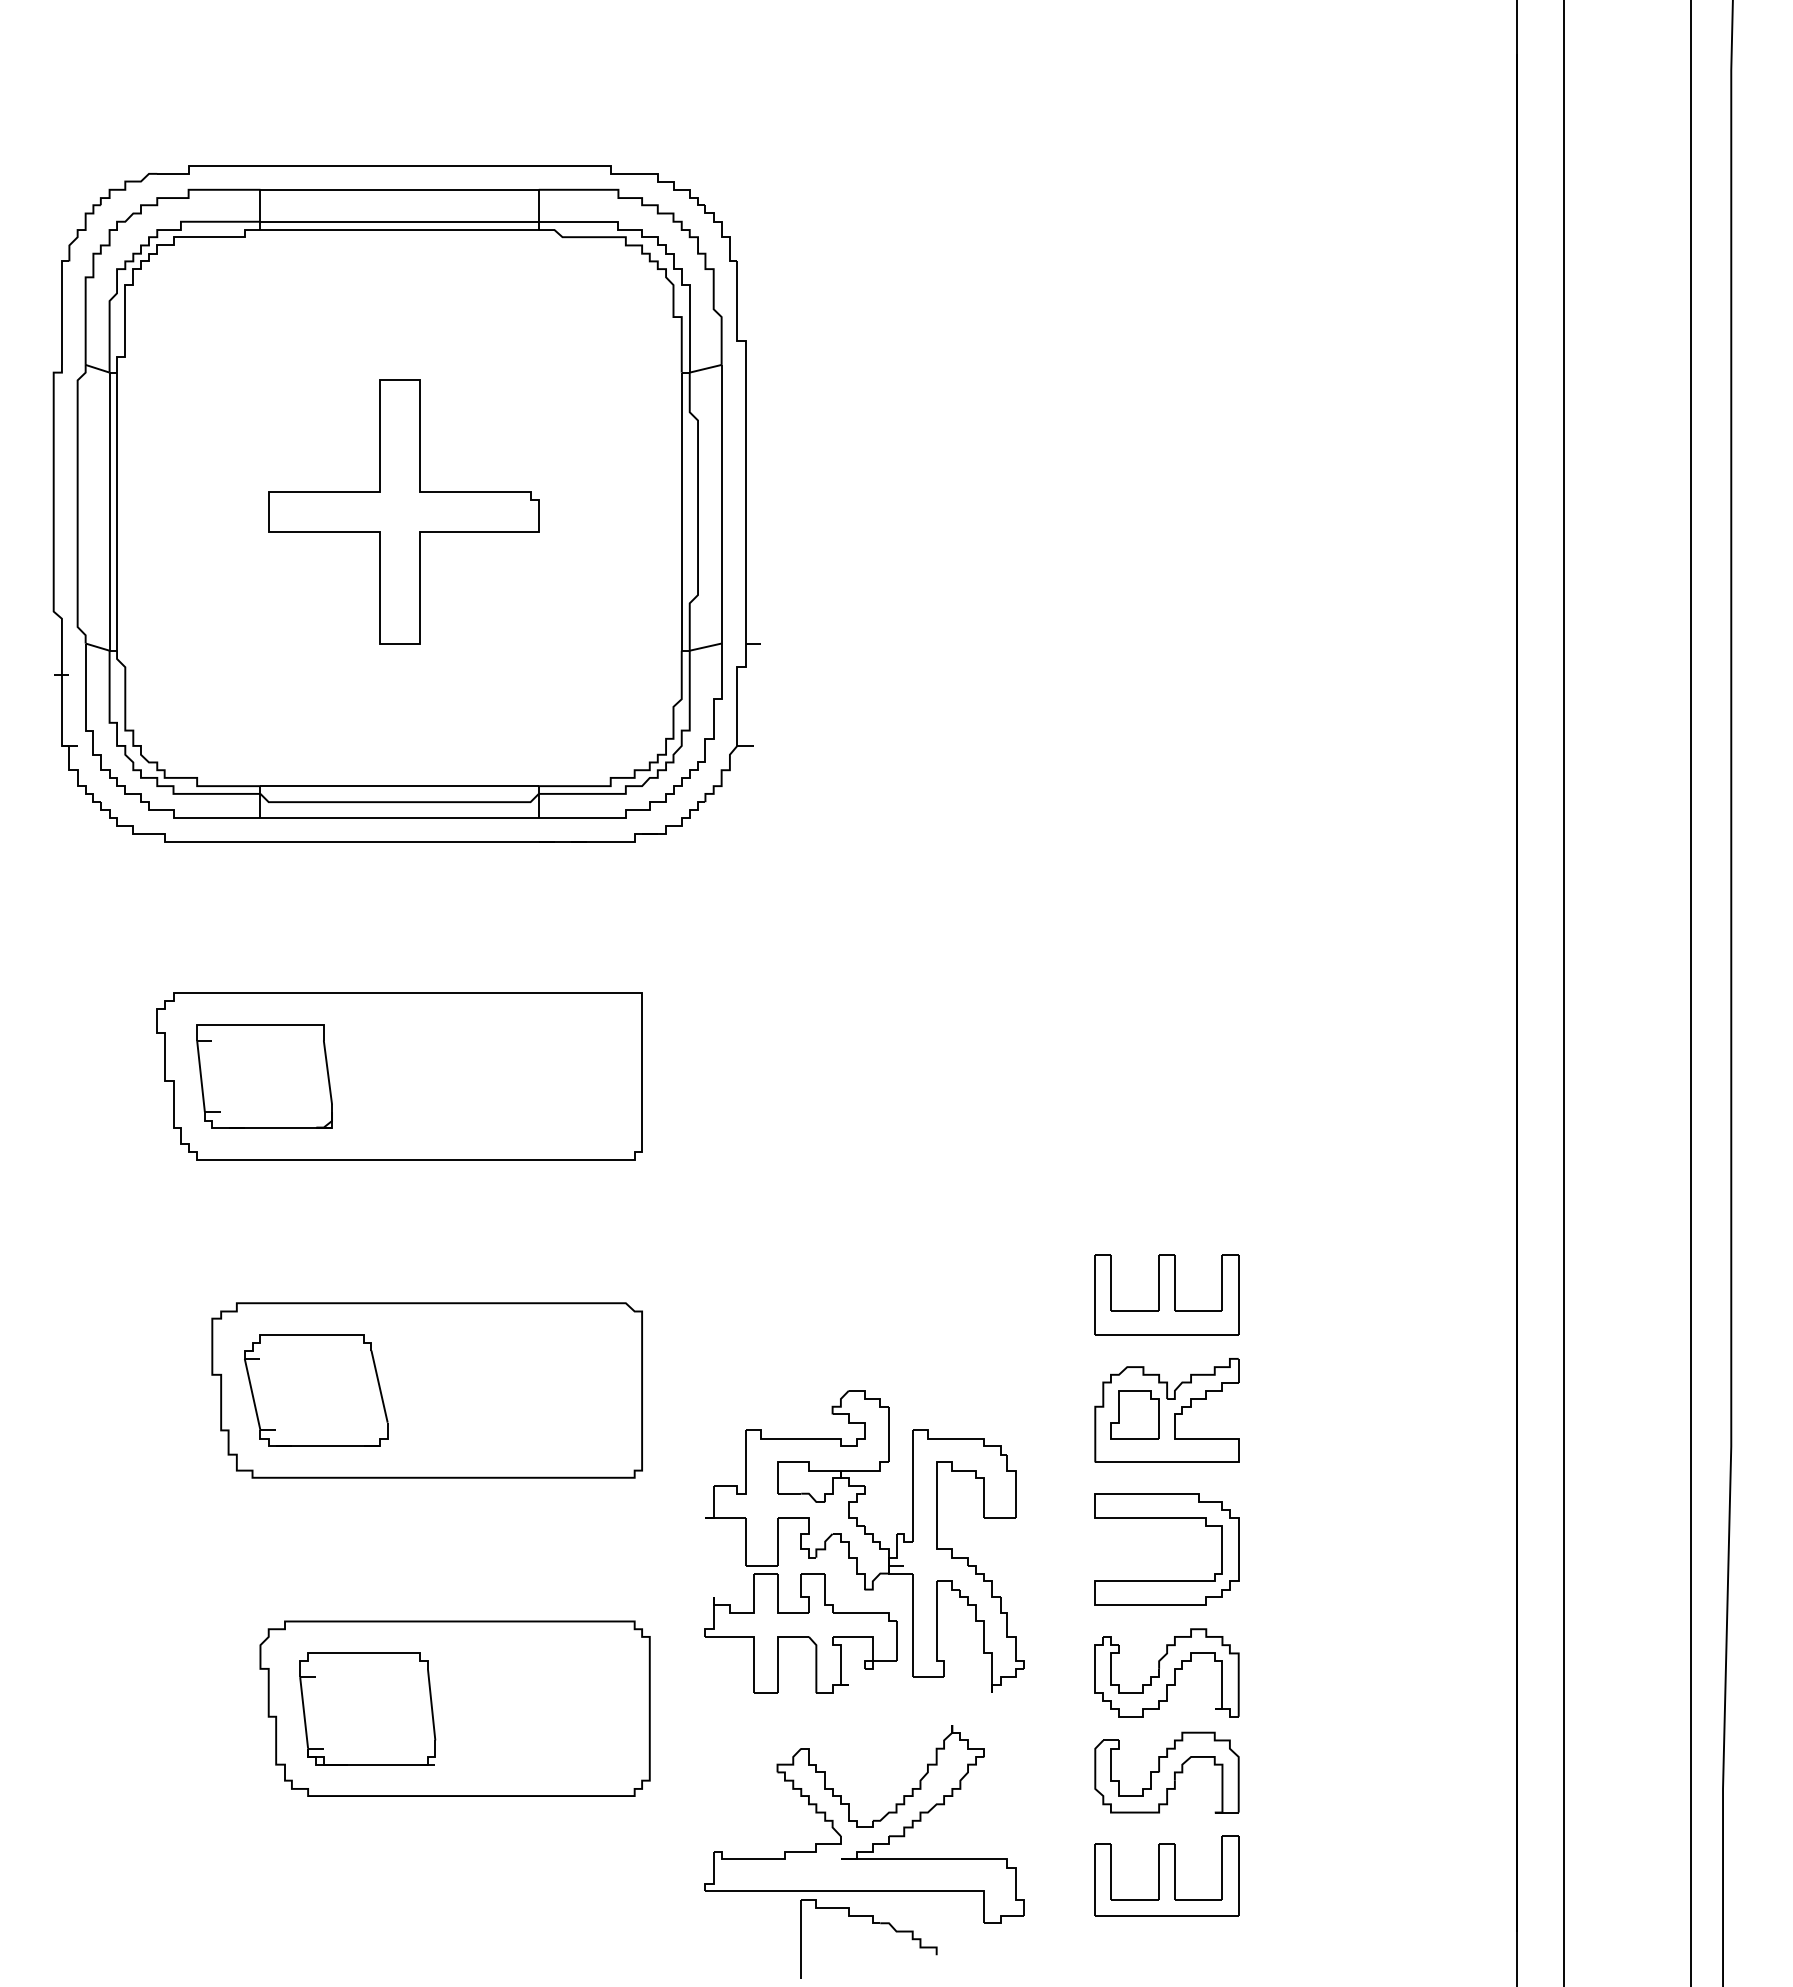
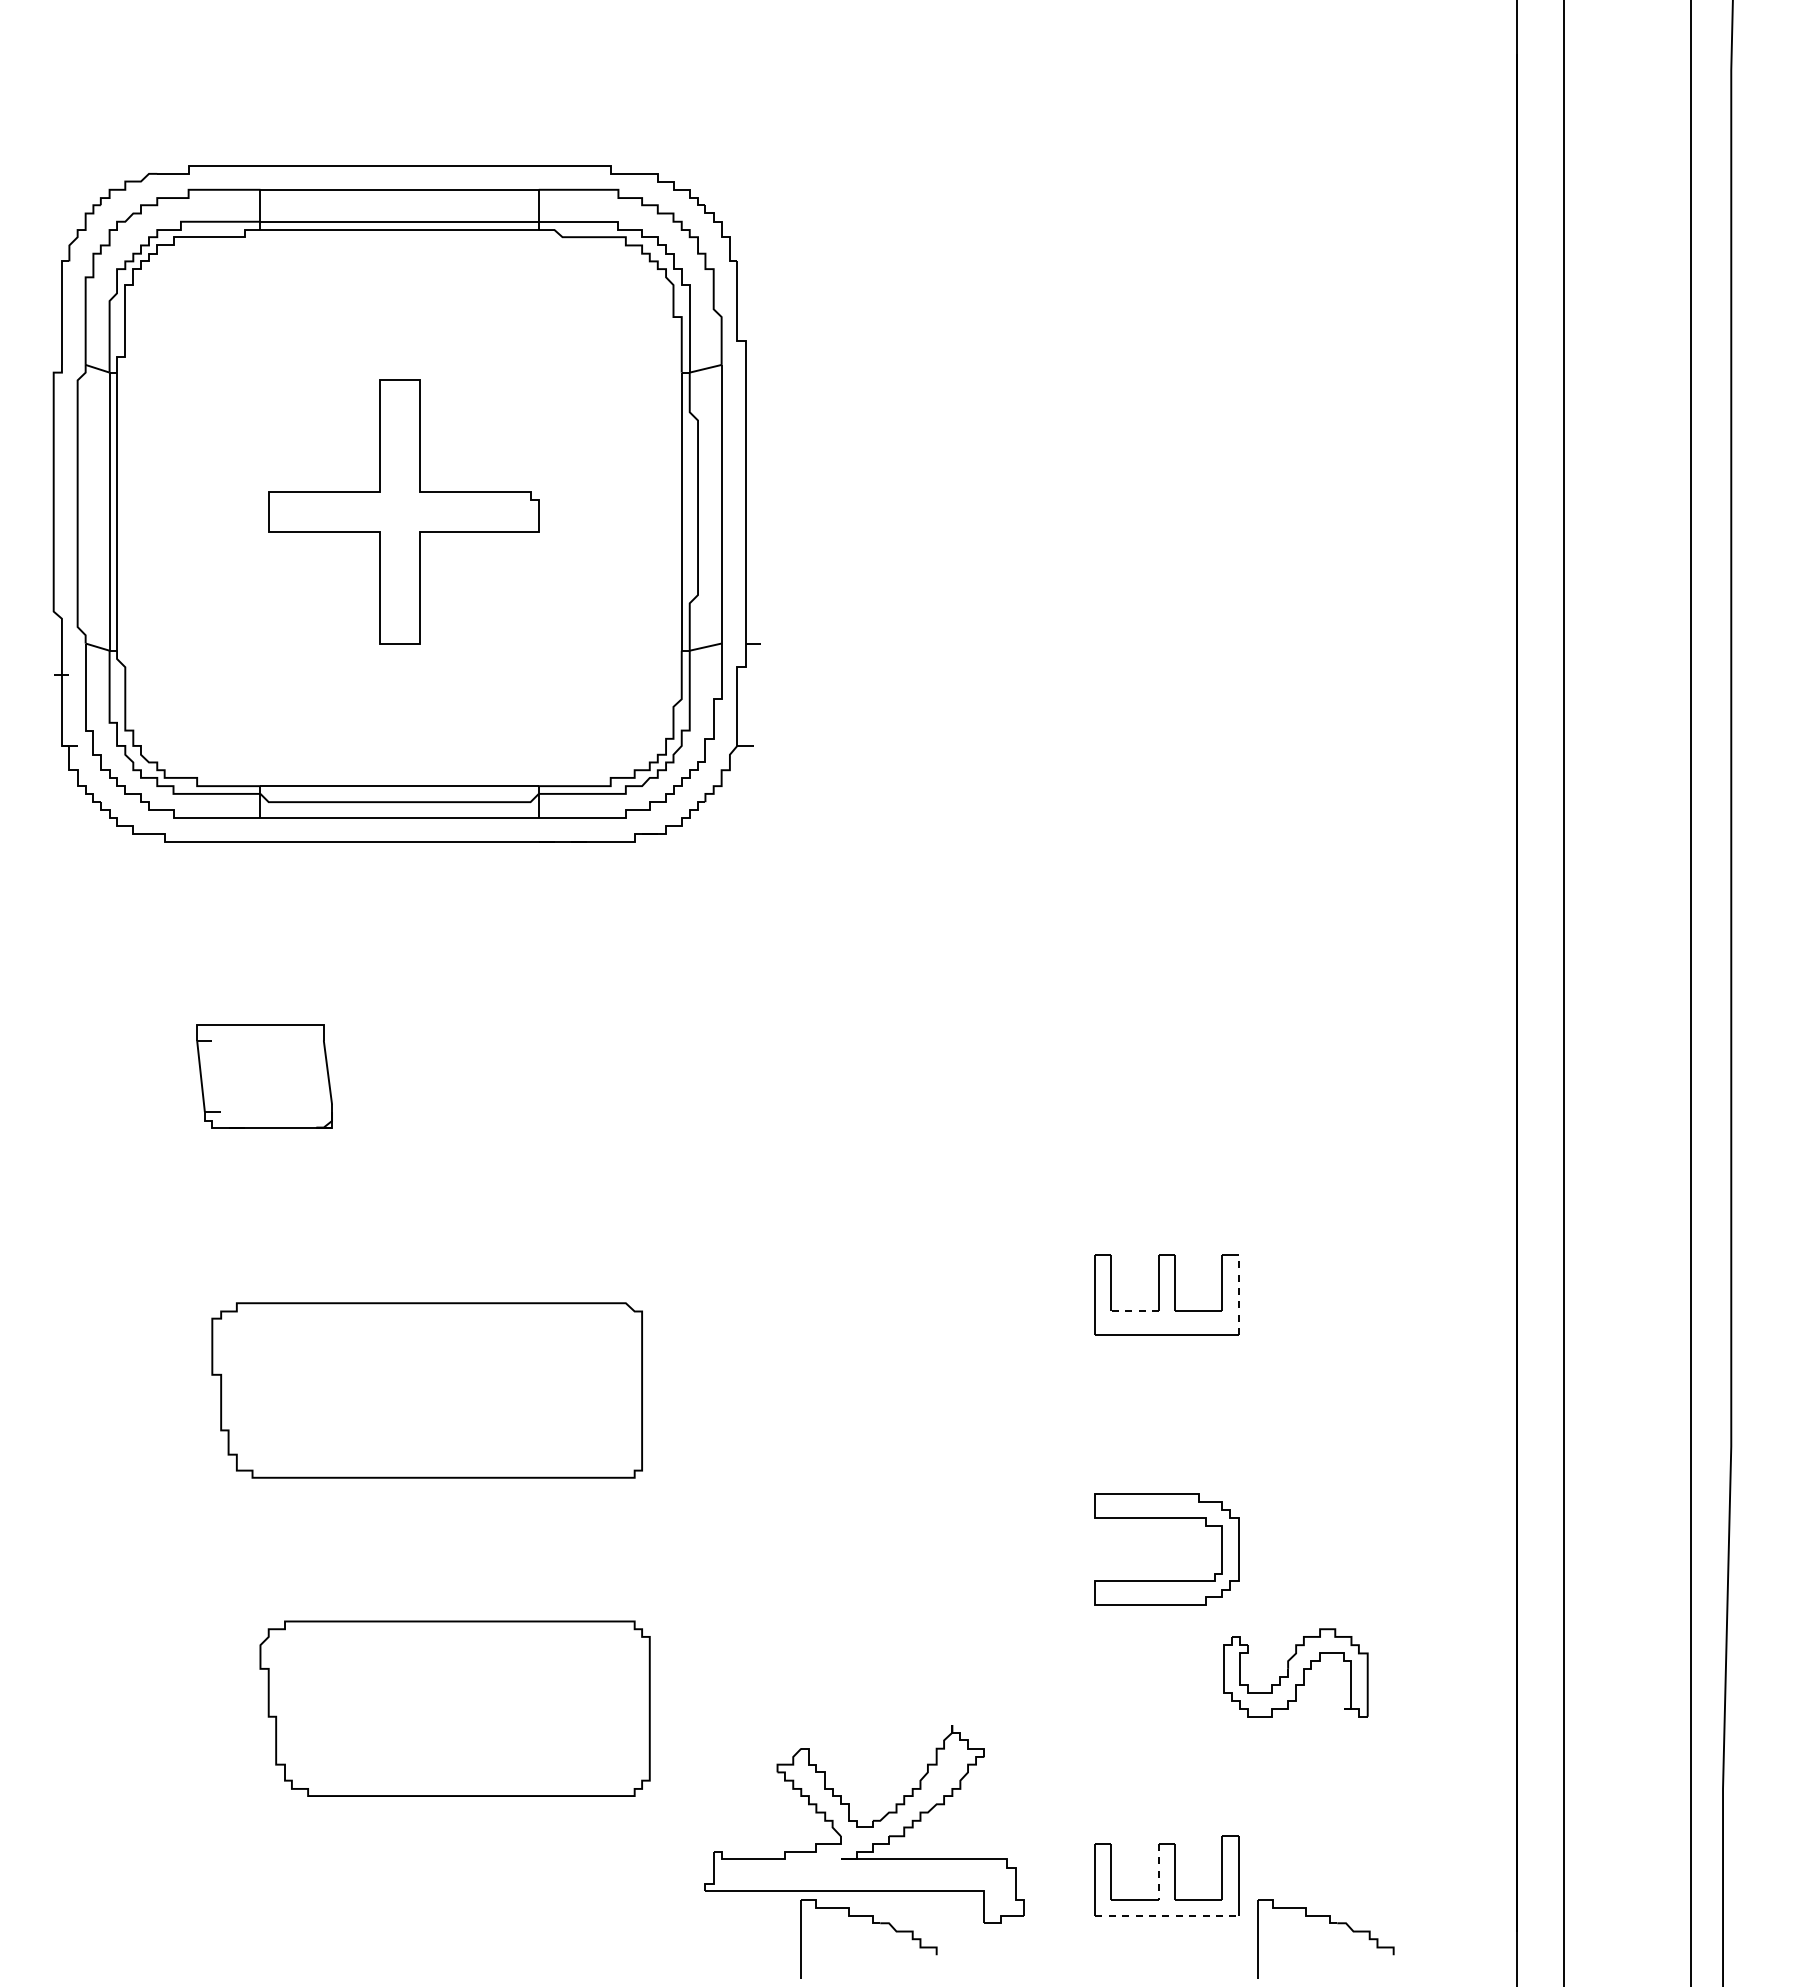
part at (399, 1076): present -> none
line at (1238, 1295): solid -> dashed
line at (1134, 1311): solid -> dashed
part at (316, 1390): present -> none
part at (1166, 1410): present -> none
part at (864, 1541): present -> none
part at (1166, 1672) position: (1166, 1672) -> (1295, 1672)
part at (367, 1708): present -> none
part at (1166, 1772): present -> none
line at (1159, 1871): solid -> dashed
line at (1167, 1915): solid -> dashed
part at (1329, 1923): none -> present
